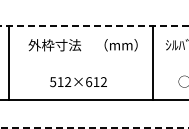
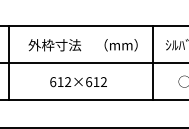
line at (94, 26): dashed -> solid
line at (93, 63): none -> present
text at (53, 82): 512×612 -> 612×612
line at (94, 128): dashed -> solid
